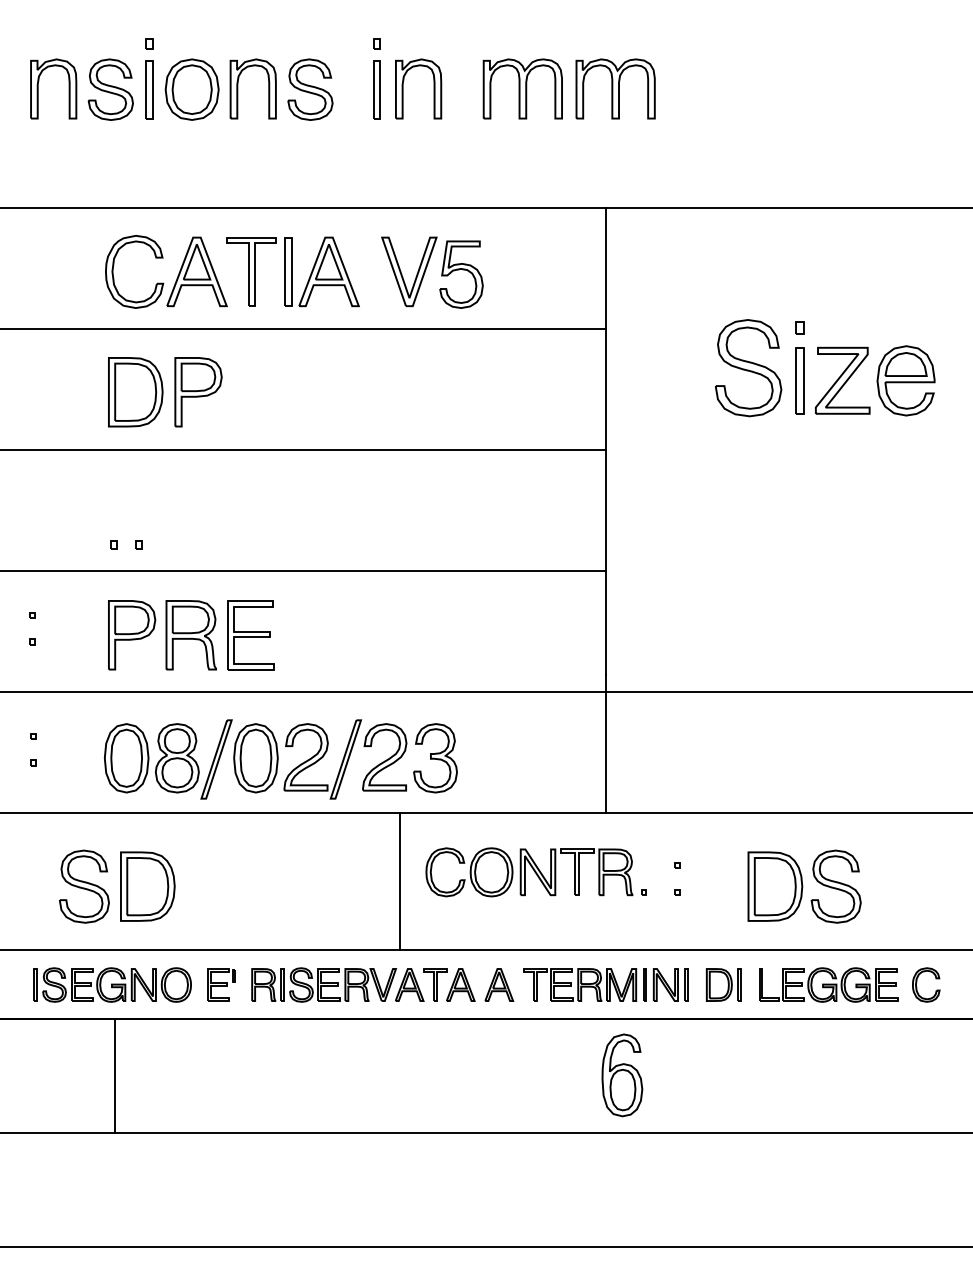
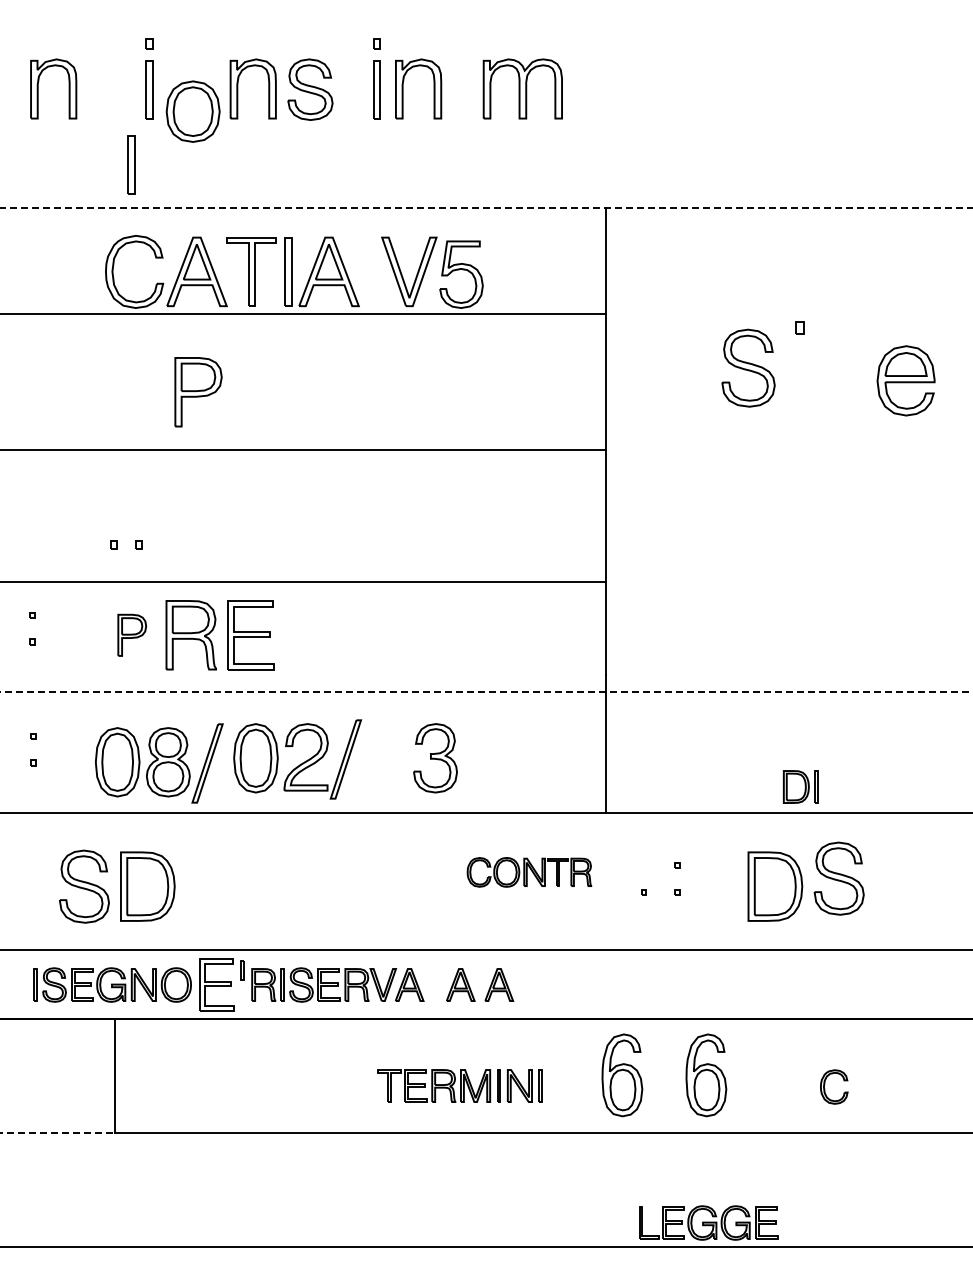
part at (615, 88): present -> none
part at (110, 89): present -> none
part at (191, 89) position: (191, 89) -> (192, 111)
part at (131, 164): none -> present
line at (486, 207): solid -> dashed
line at (304, 328) position: (304, 328) -> (304, 313)
part at (748, 368) size: 69x99 px -> 55x80 px
part at (799, 380): present -> none
part at (842, 380): present -> none
part at (135, 392): present -> none
line at (304, 570) position: (304, 570) -> (304, 581)
part at (132, 635) size: 49x71 px -> 31x44 px
line at (486, 692): solid -> dashed
part at (384, 757): present -> none
part at (168, 759) position: (168, 759) -> (159, 763)
part at (529, 872) size: 209x51 px -> 127x31 px
line at (400, 881): present -> none
part at (835, 886) position: (835, 886) -> (838, 878)
part at (917, 982) position: (917, 982) -> (825, 1084)
part at (221, 984) size: 29x34 px -> 46x54 px
part at (435, 984): present -> none
part at (605, 984) position: (605, 984) -> (459, 1085)
part at (723, 984) position: (723, 984) -> (800, 786)
part at (828, 984) position: (828, 984) -> (708, 1222)
part at (706, 1075): none -> present
line at (57, 1133): solid -> dashed
